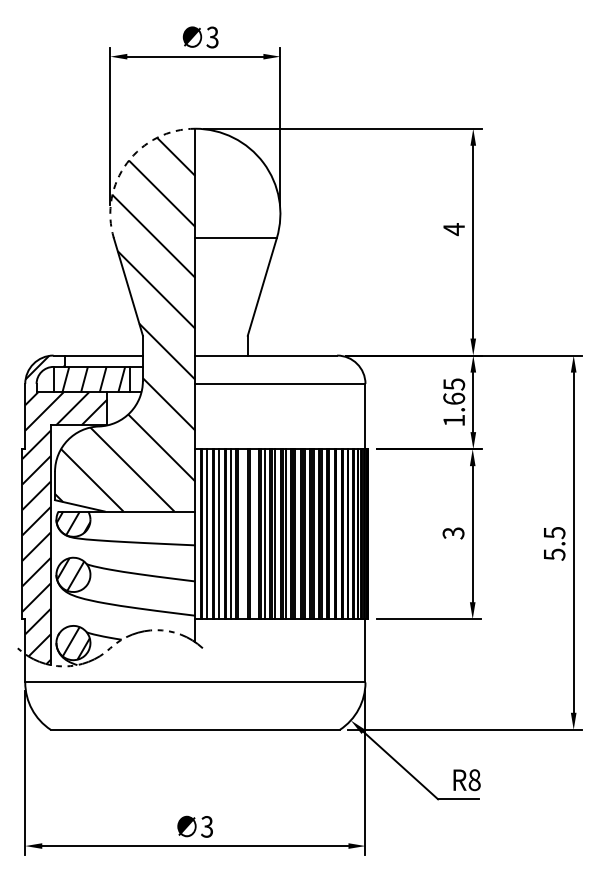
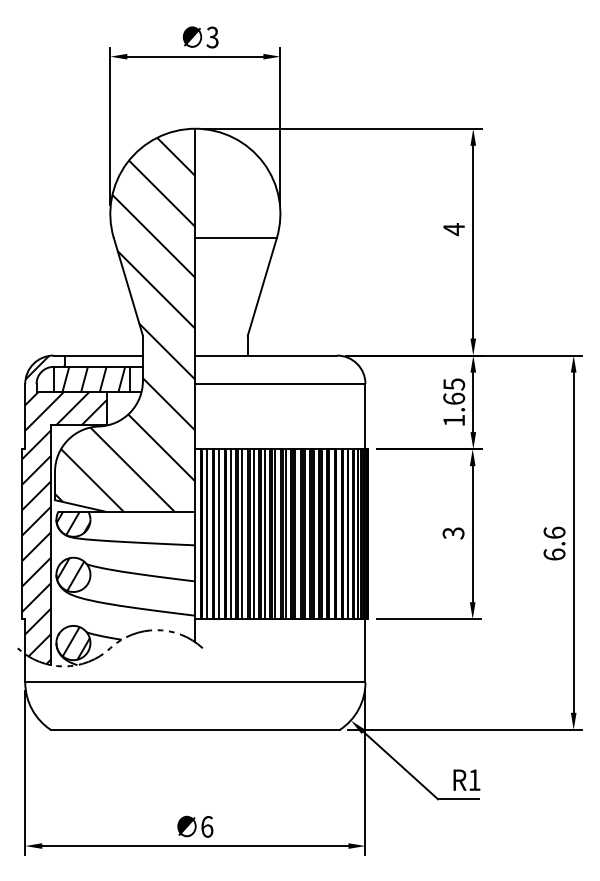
arc at (127, 162): dashed -> solid
line at (242, 534): none -> present
line at (253, 534): none -> present
text at (554, 543): 5.5 -> 6.6
text at (474, 780): R8 -> R1
text at (207, 826): 3 -> 6
